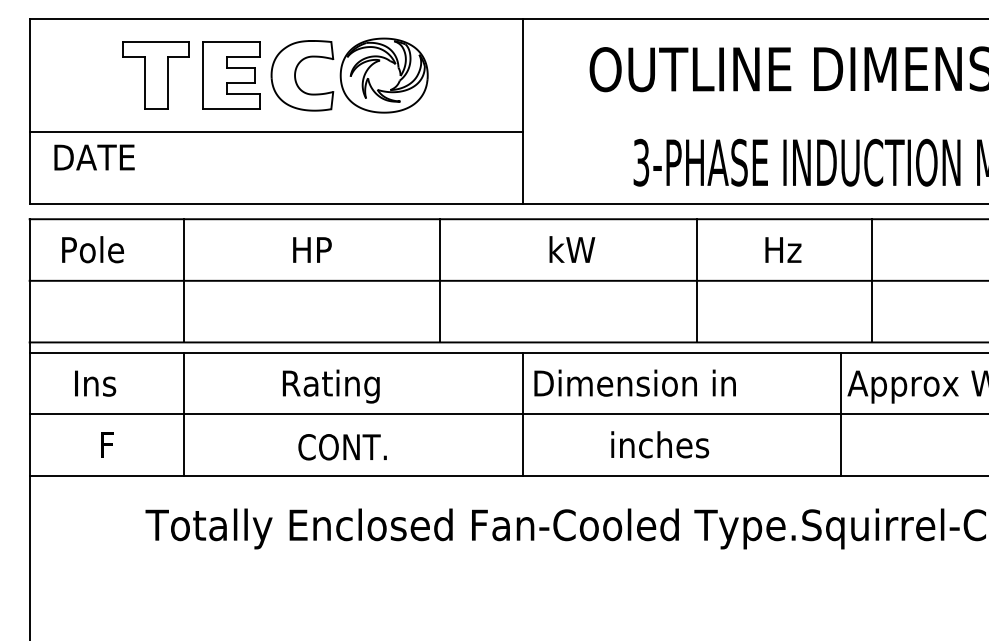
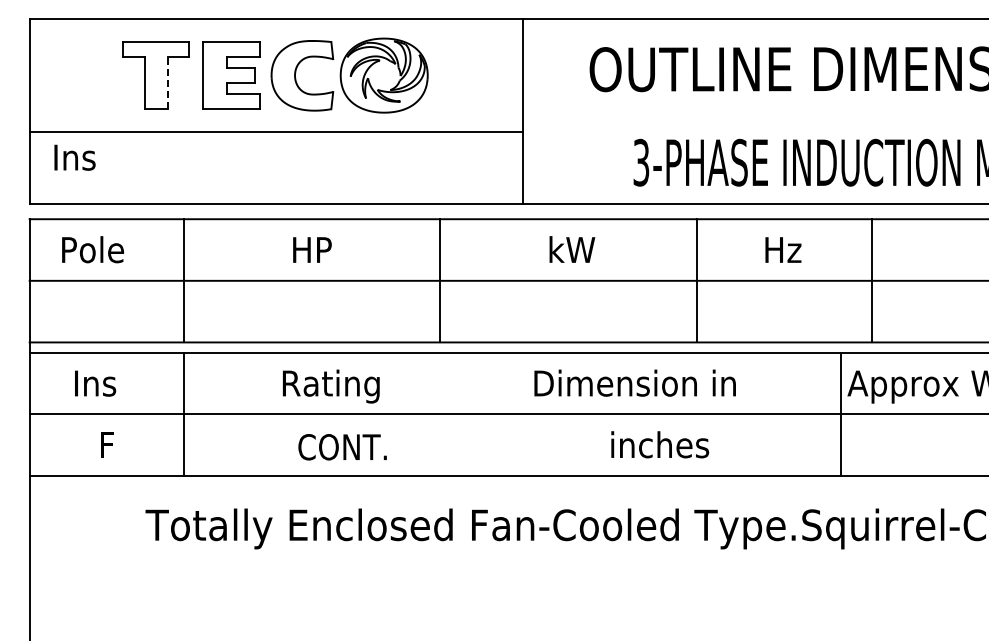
line at (168, 82): solid -> dashed
text at (95, 157): DATE -> Ins
line at (522, 413): present -> none
